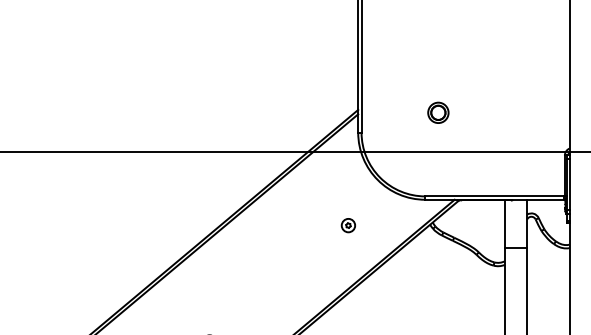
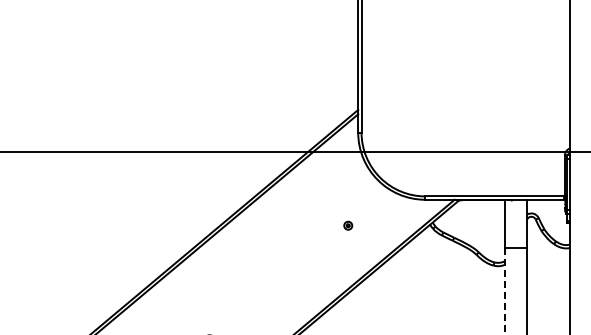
part at (438, 112): present -> none
part at (347, 225) size: 16x16 px -> 11x11 px
line at (504, 291): solid -> dashed
